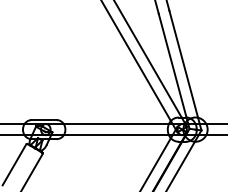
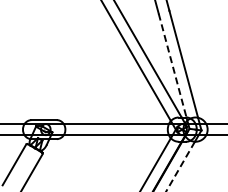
line at (172, 65): solid -> dashed
line at (180, 166): solid -> dashed
